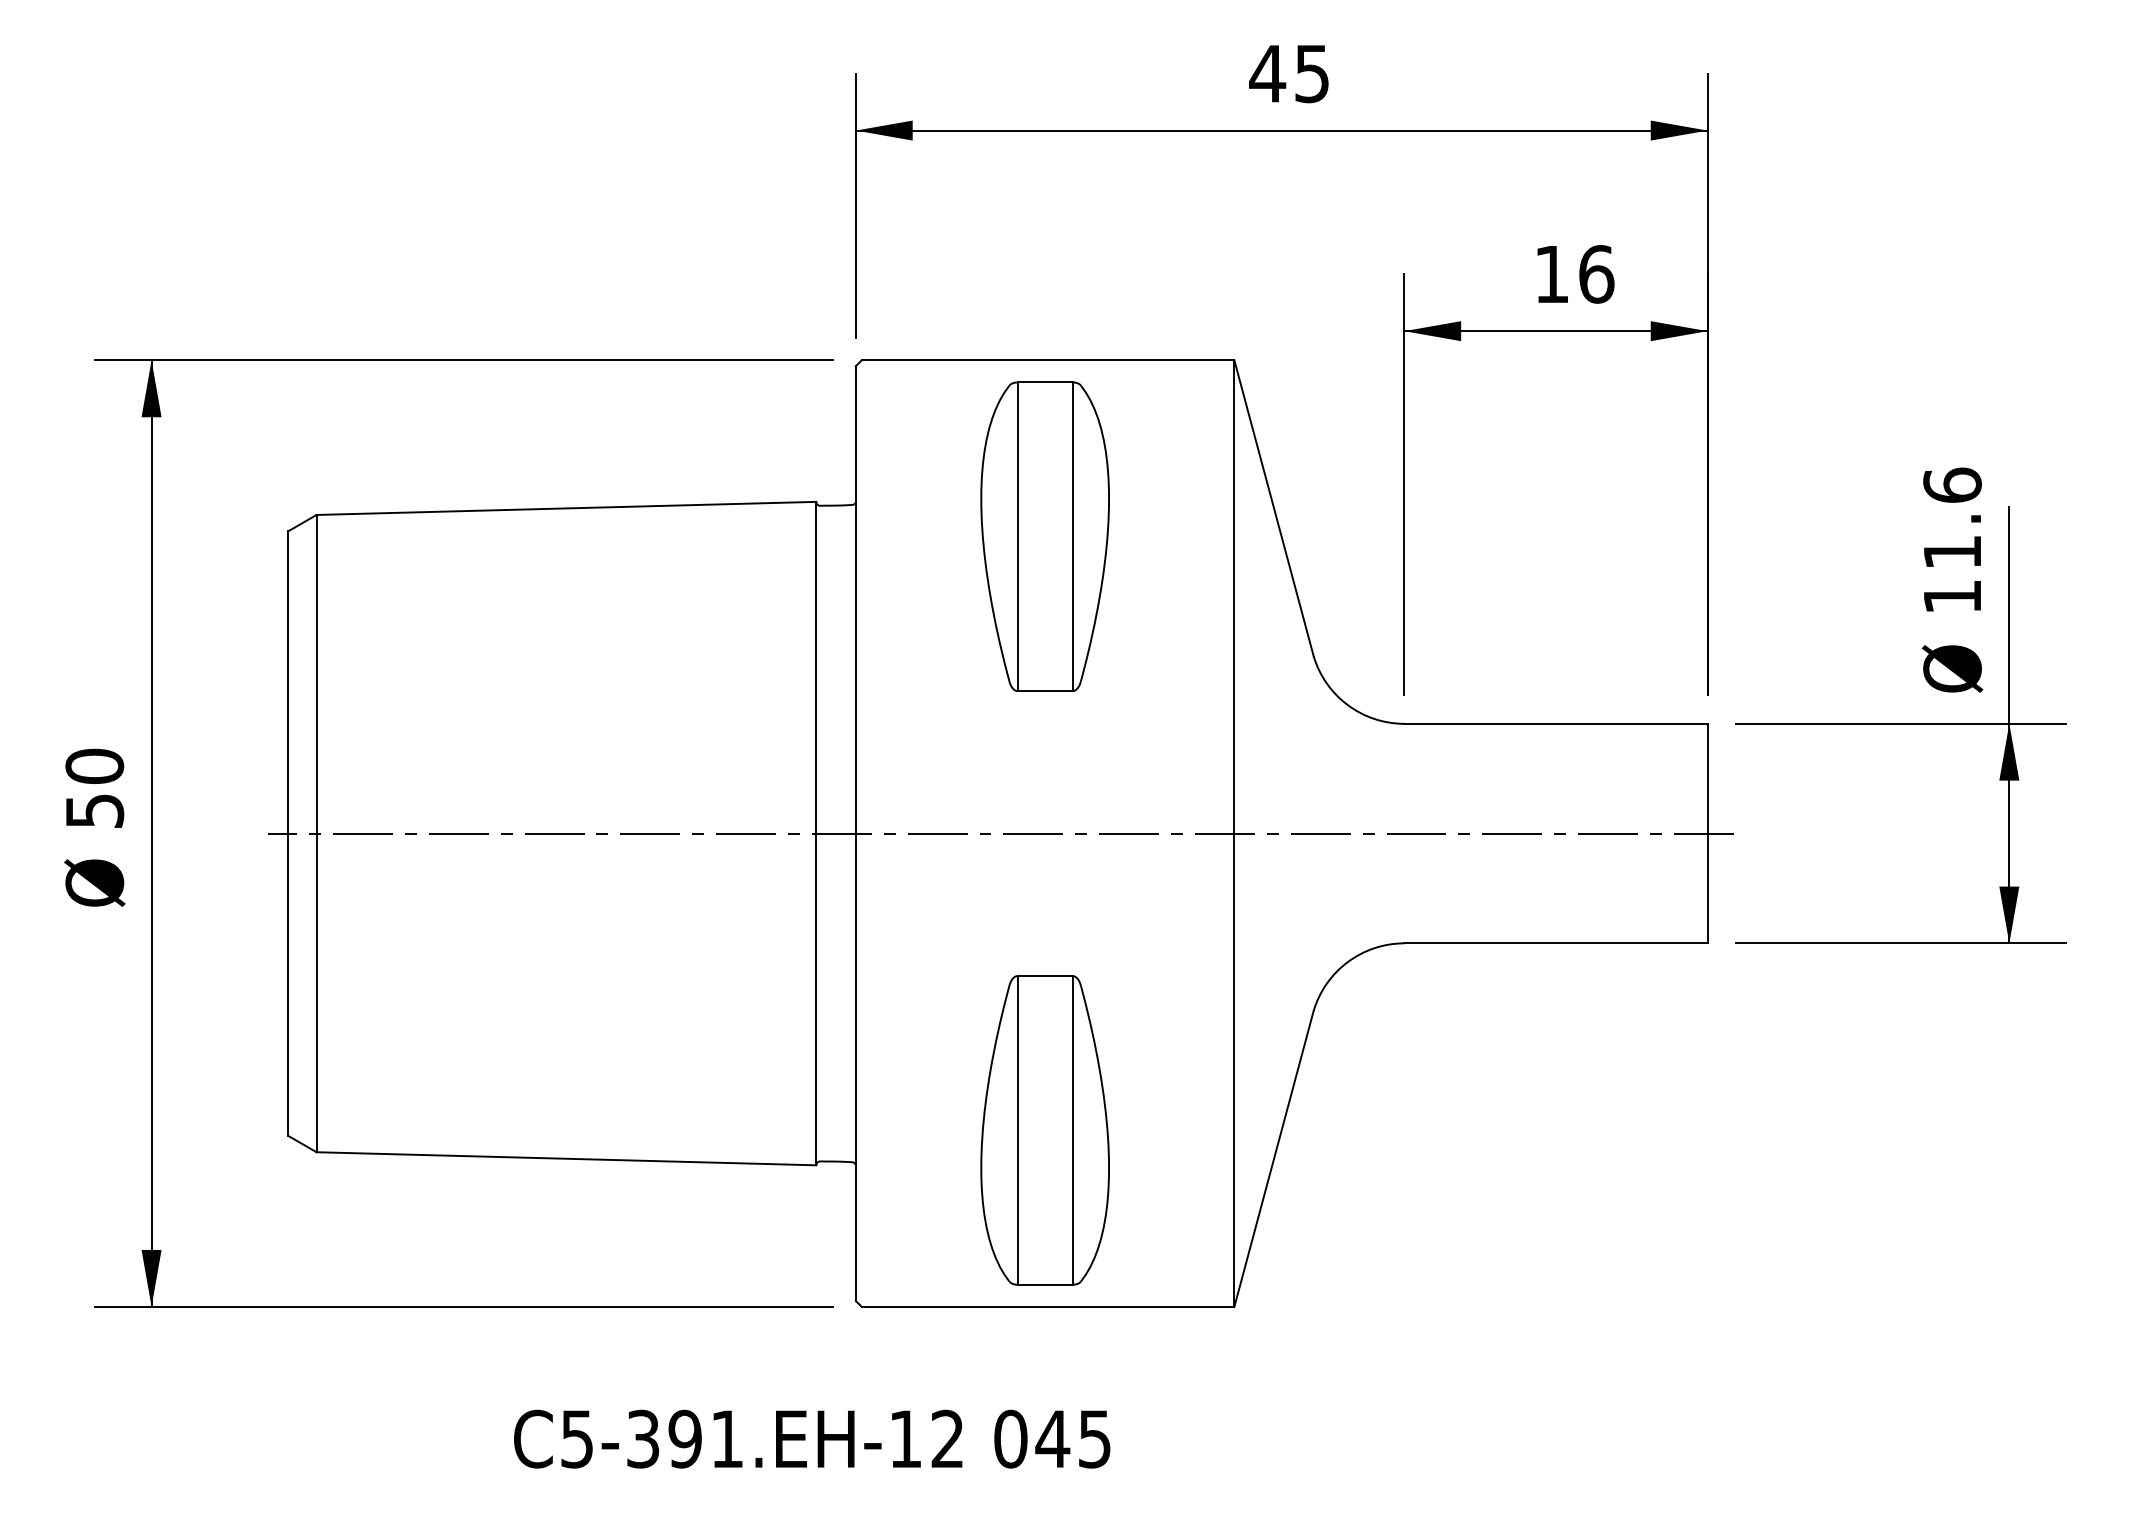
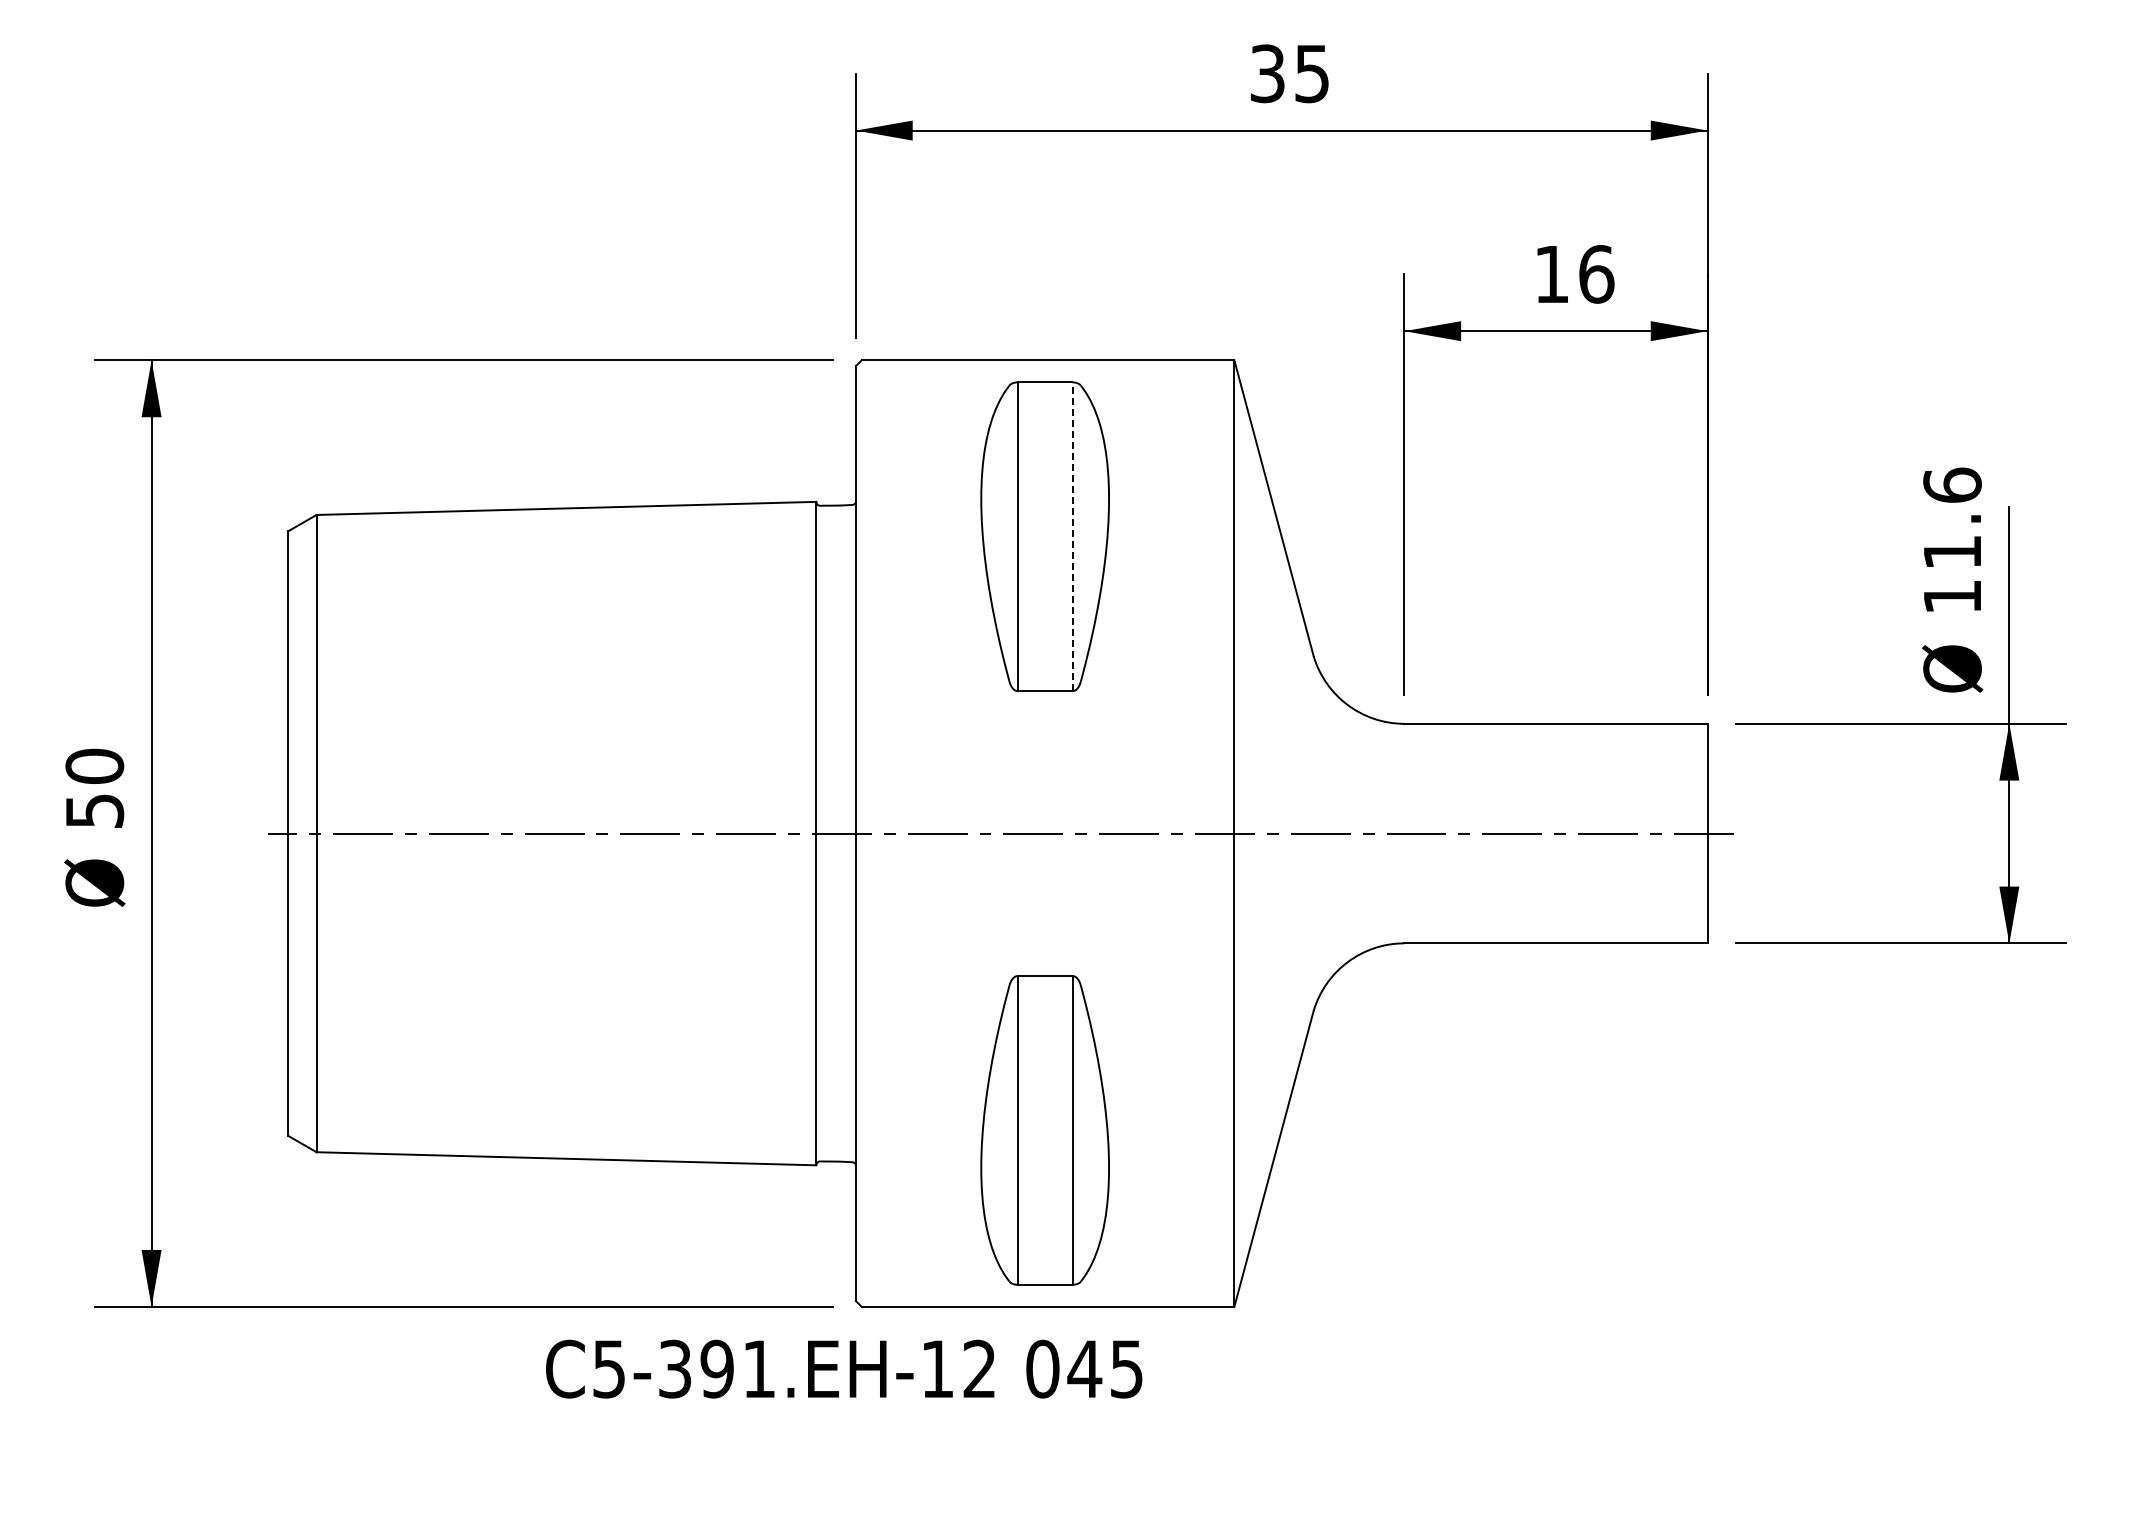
text at (1267, 73): 45 -> 35
line at (1072, 536): solid -> dashed
text at (812, 1438) position: (812, 1438) -> (844, 1368)
